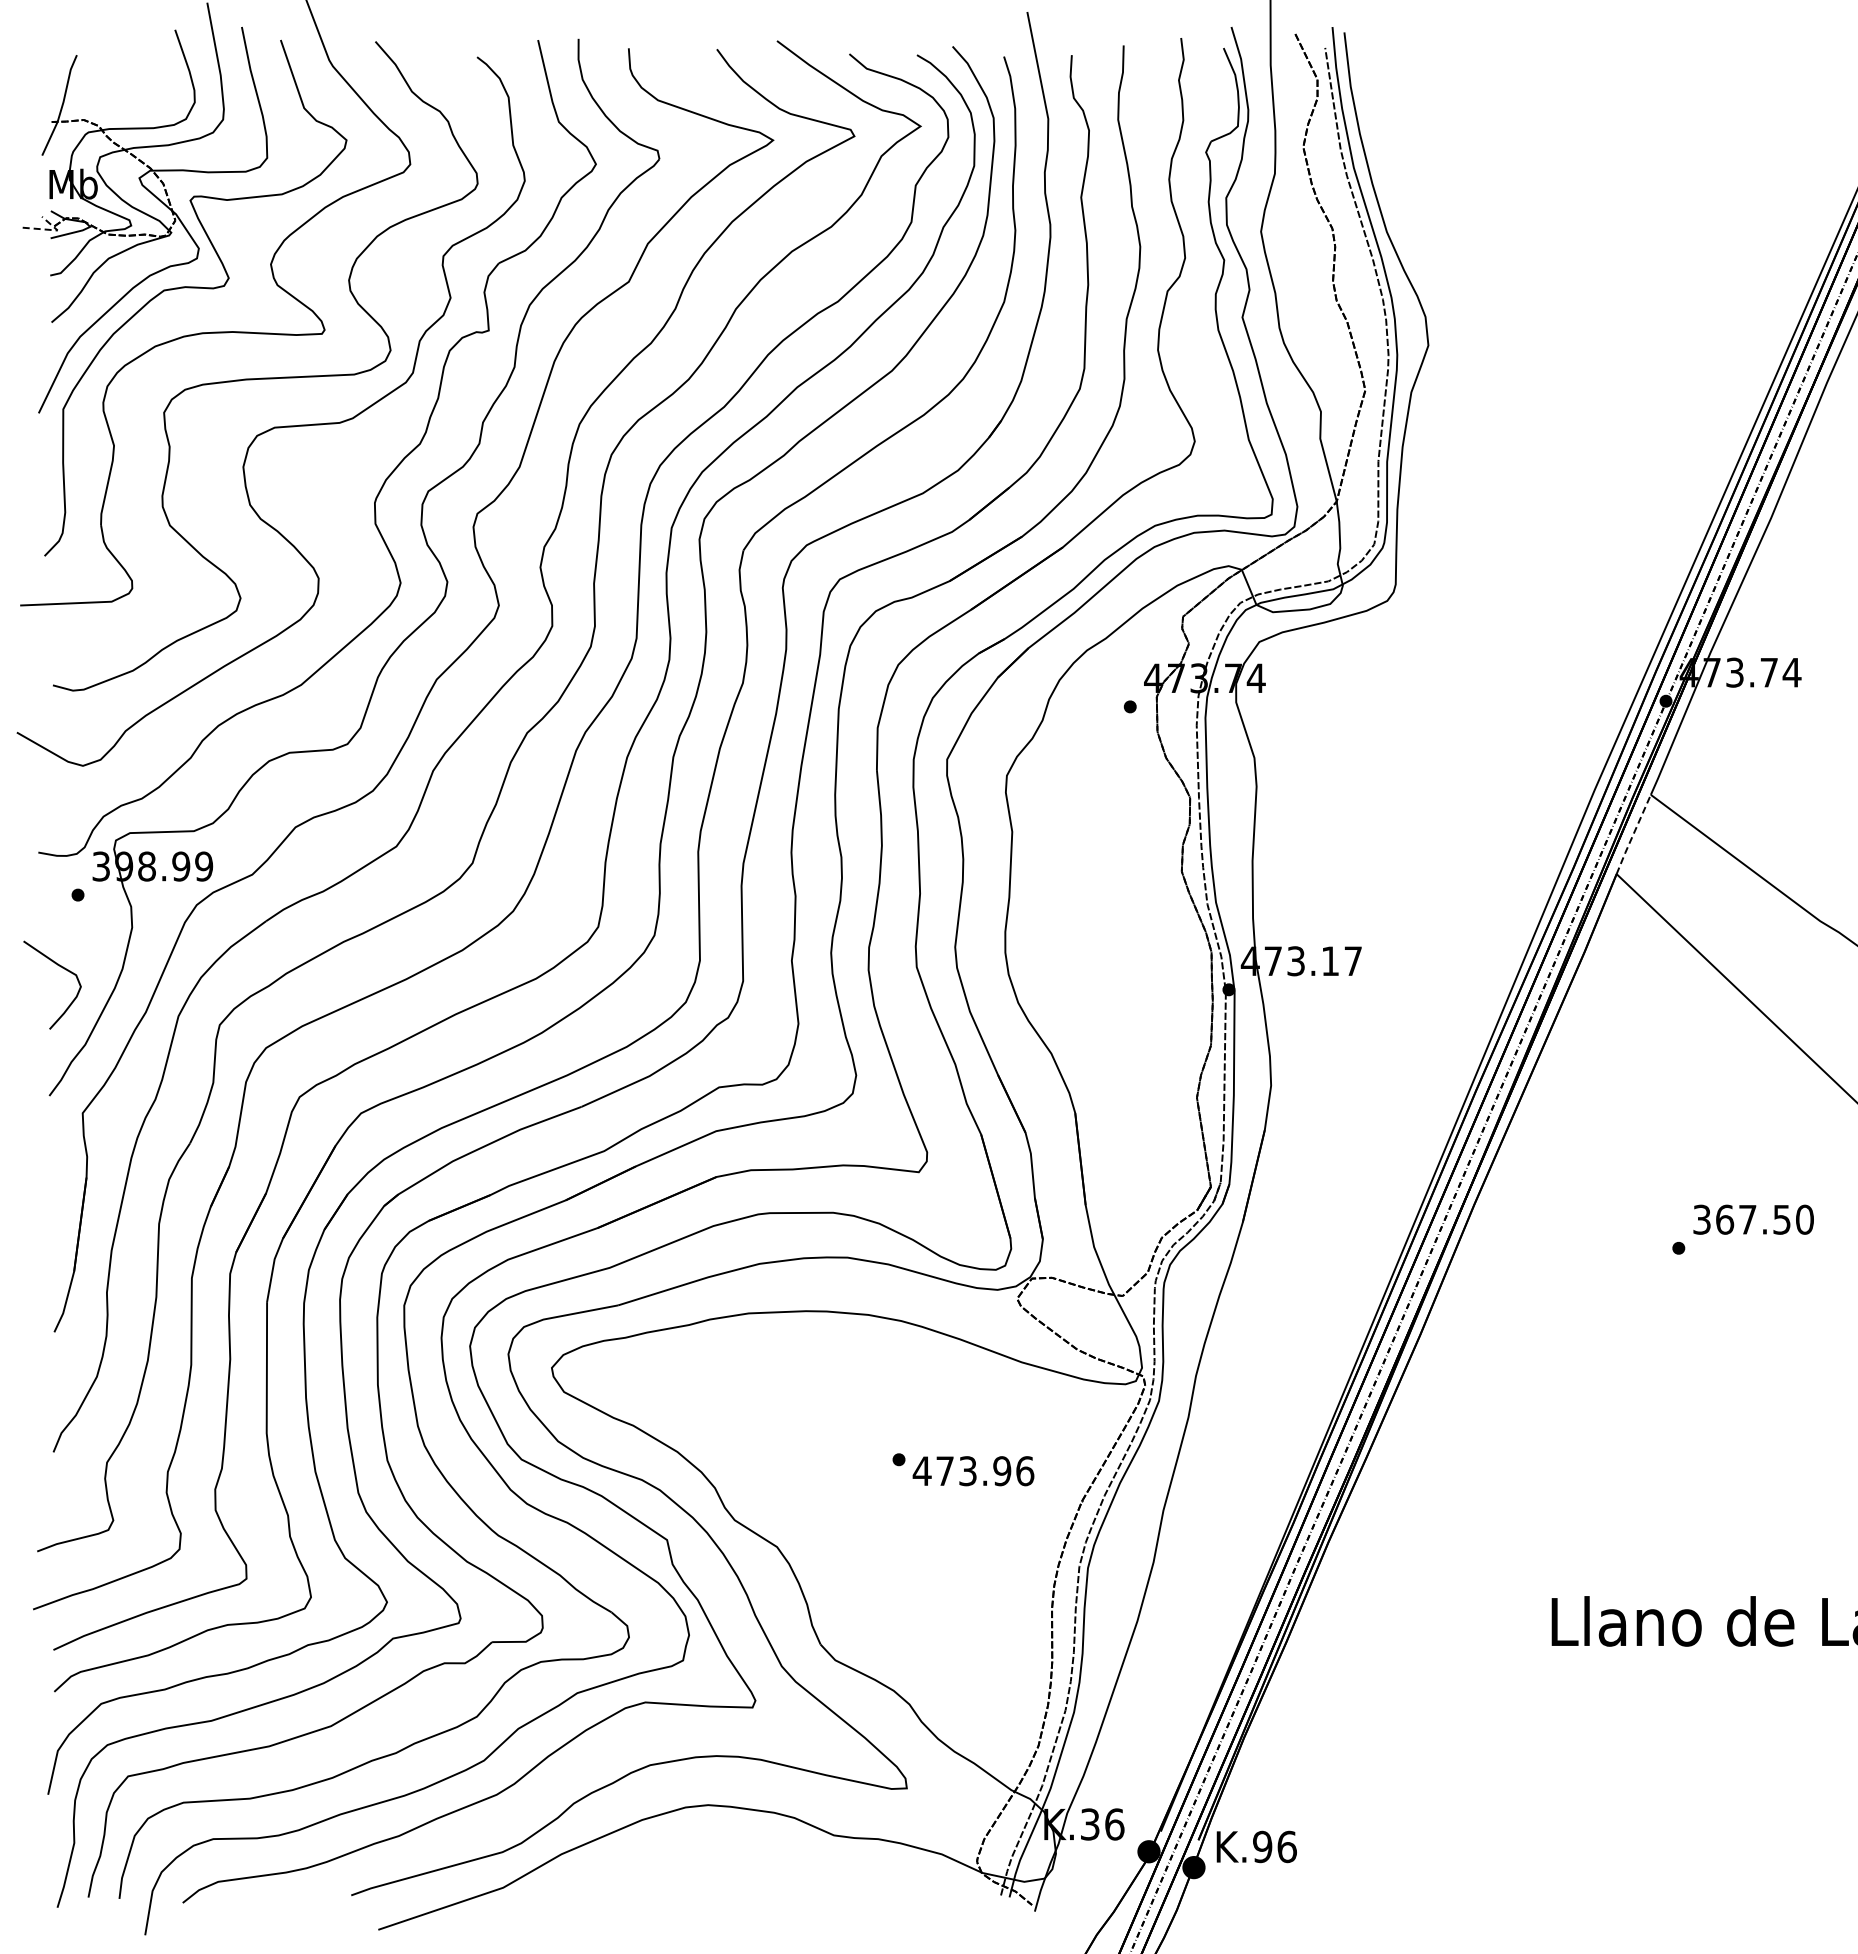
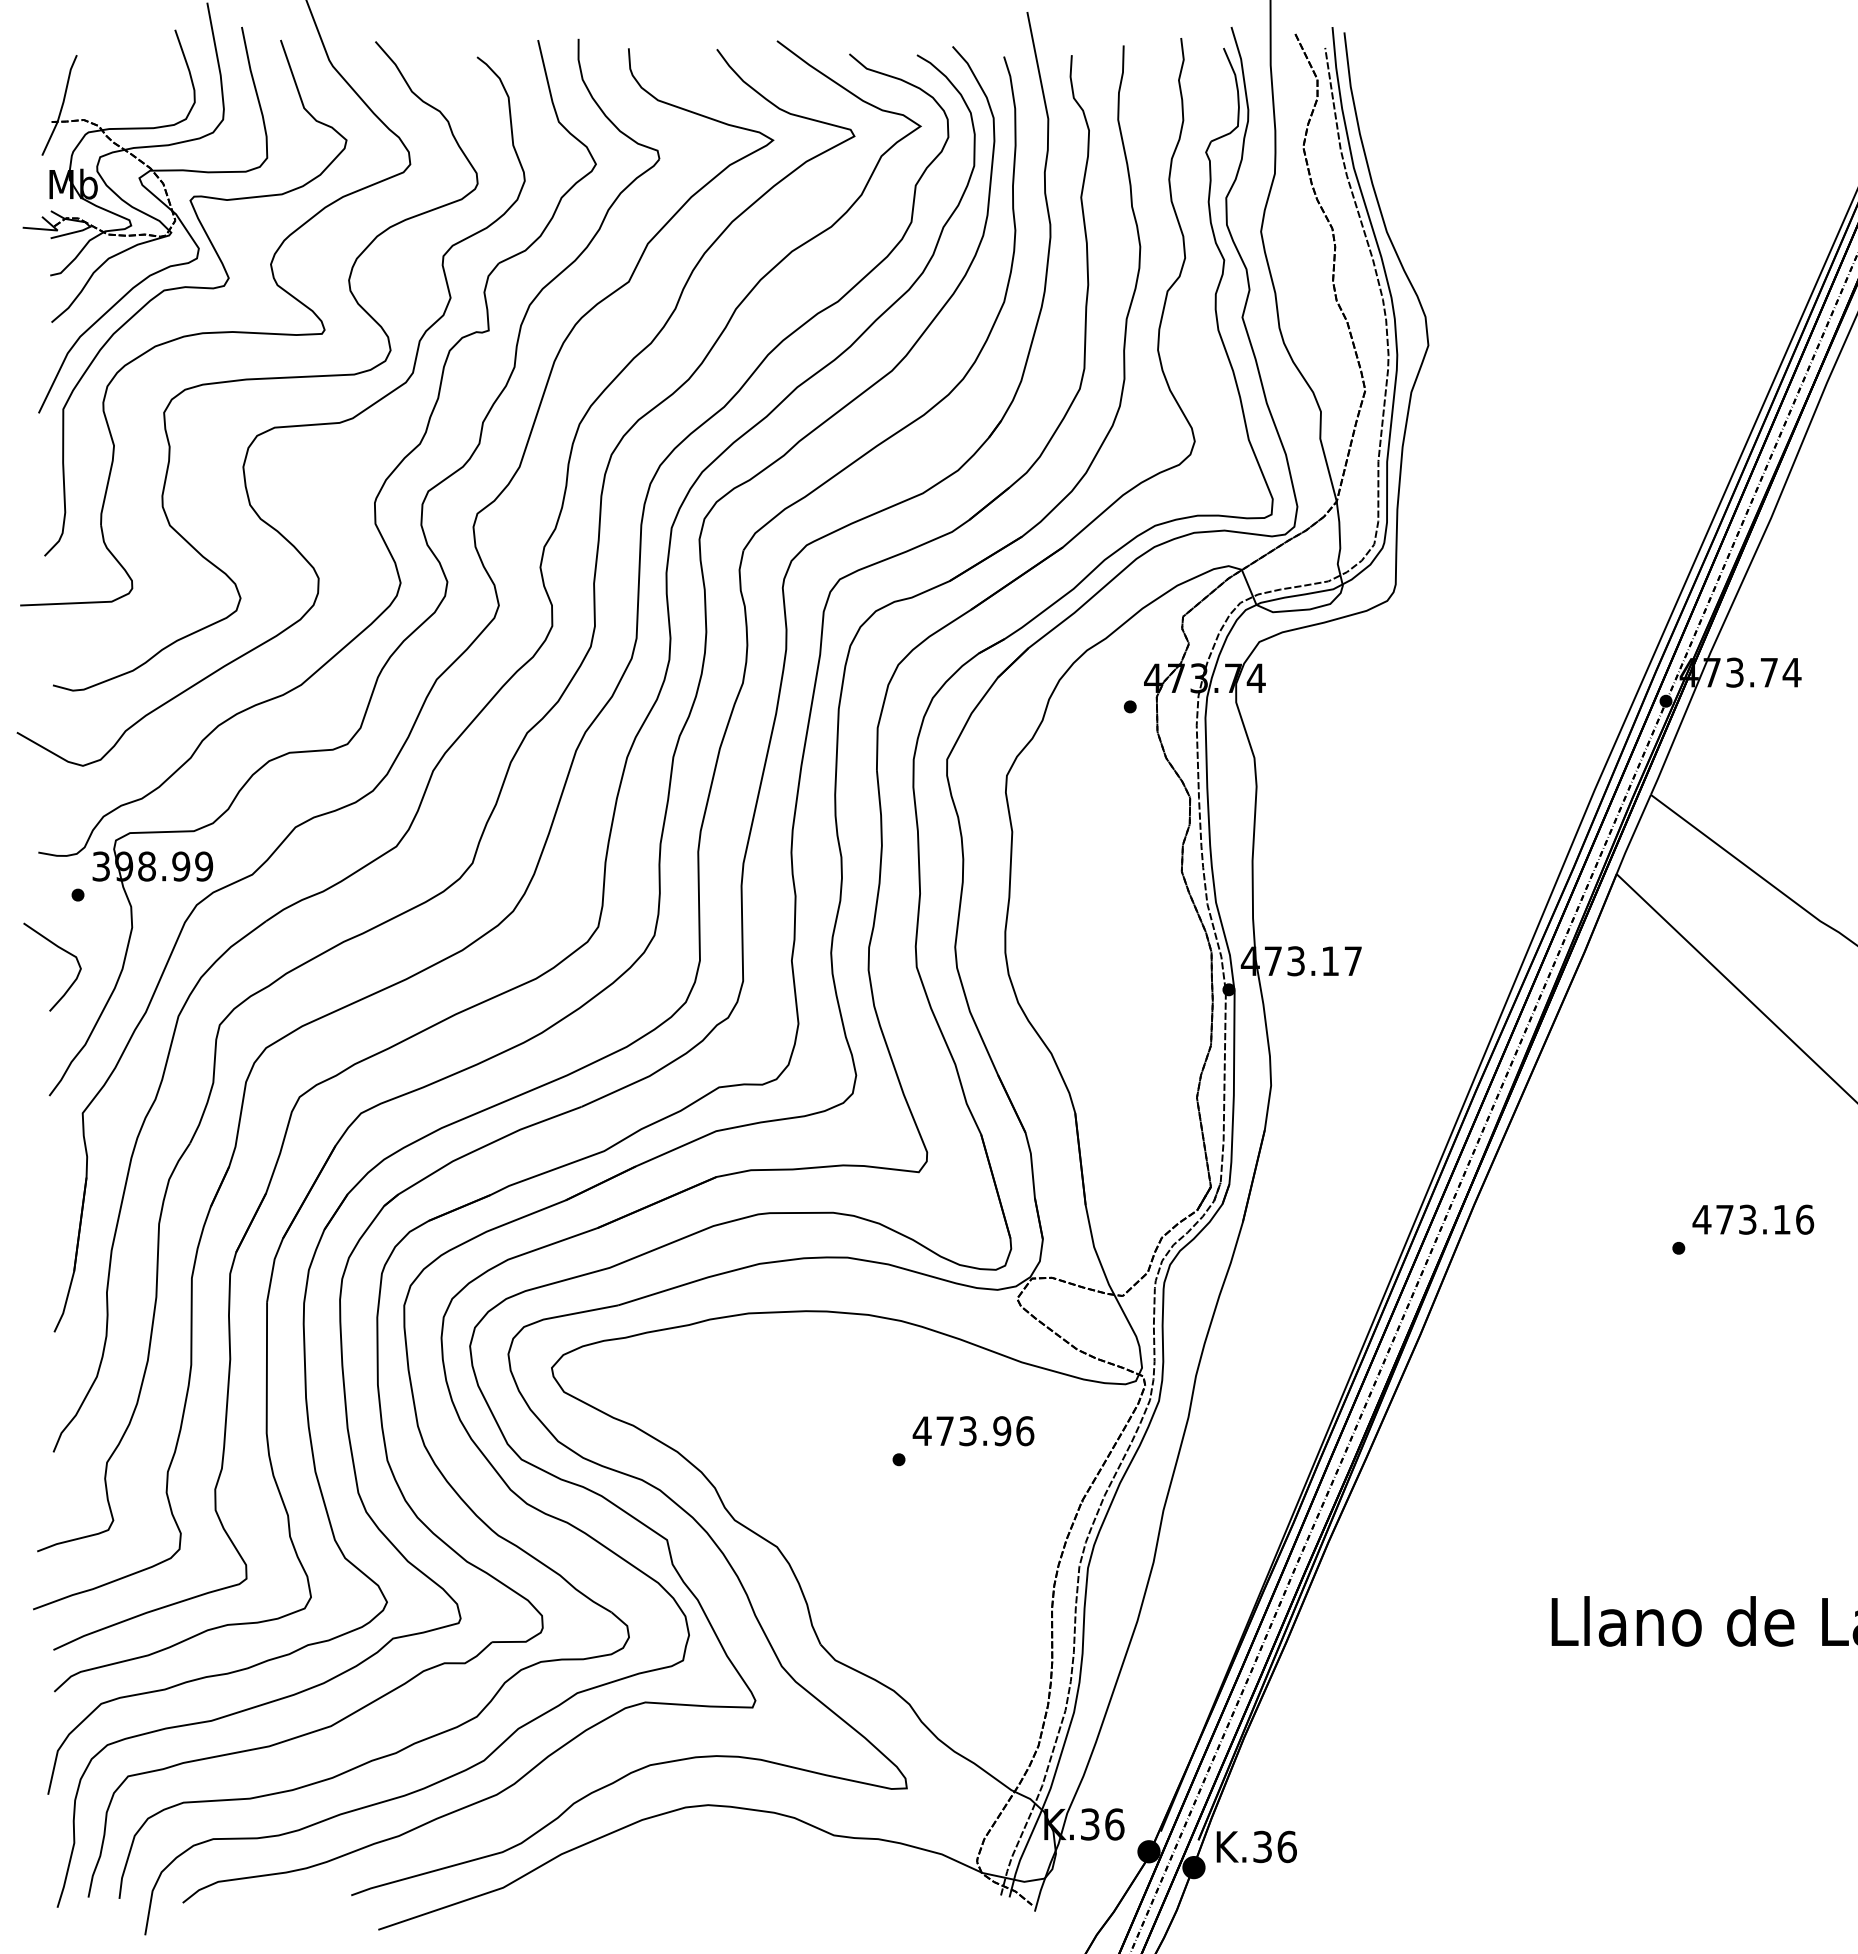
line at (50, 229): dashed -> solid
line at (1633, 834): dashed -> solid
curve at (60, 967) position: (60, 967) -> (60, 949)
text at (1753, 1219): 367.50 -> 473.16
text at (973, 1471) position: (973, 1471) -> (973, 1431)
text at (1262, 1846): K.96 -> K.36
